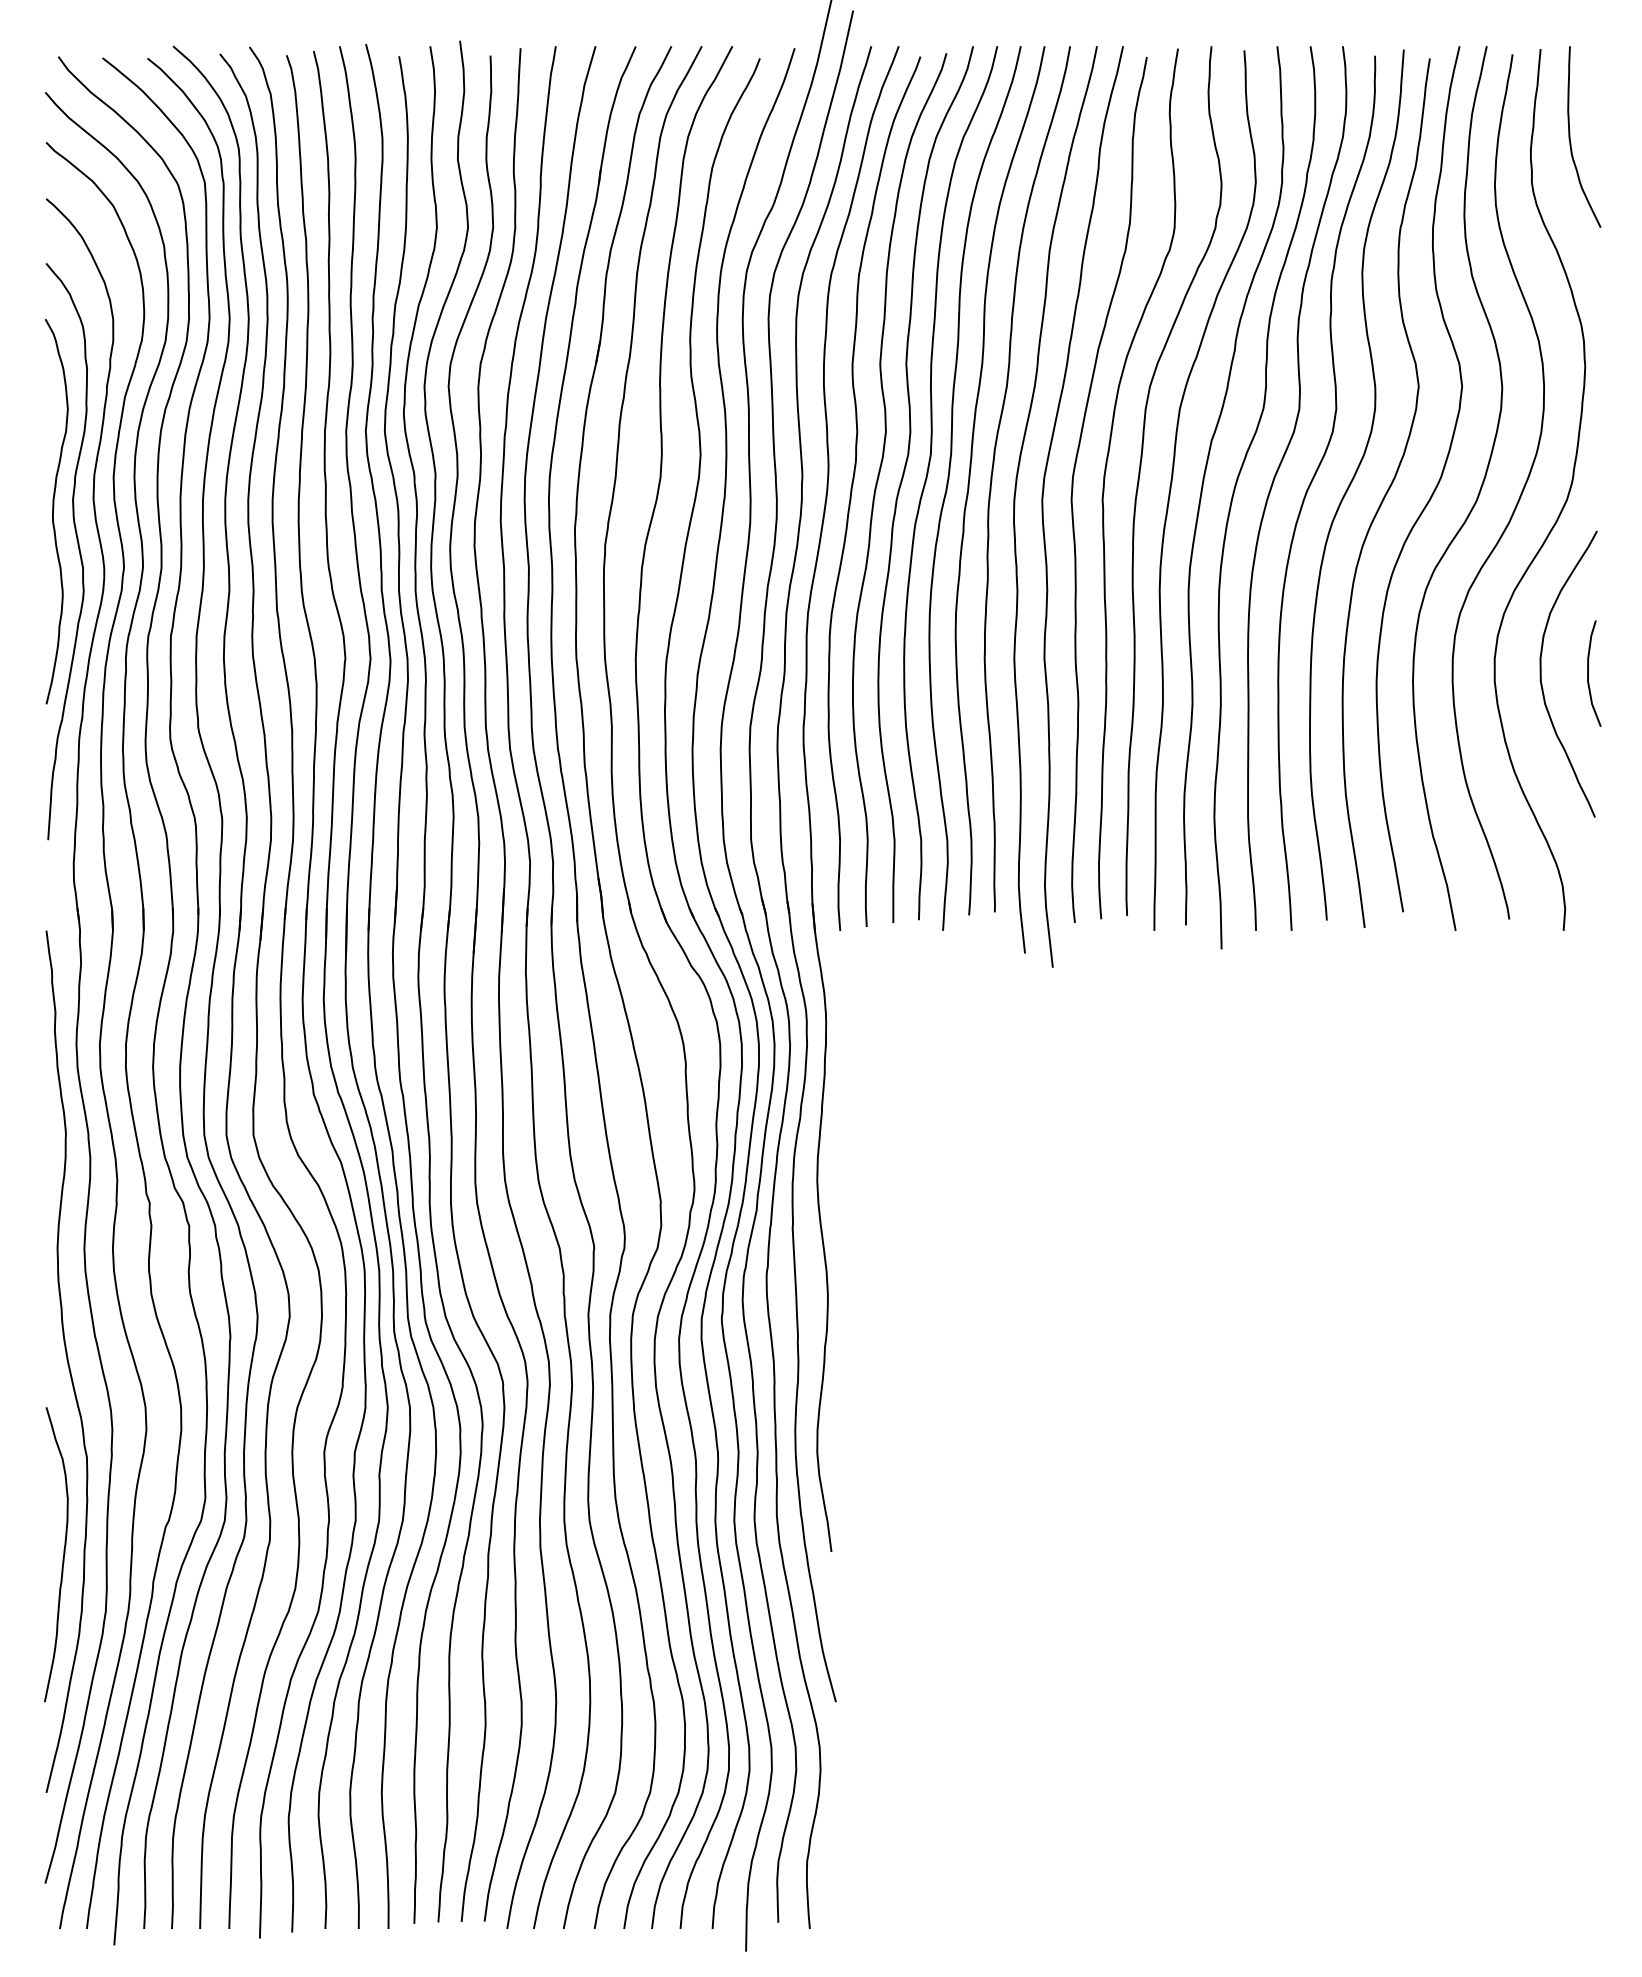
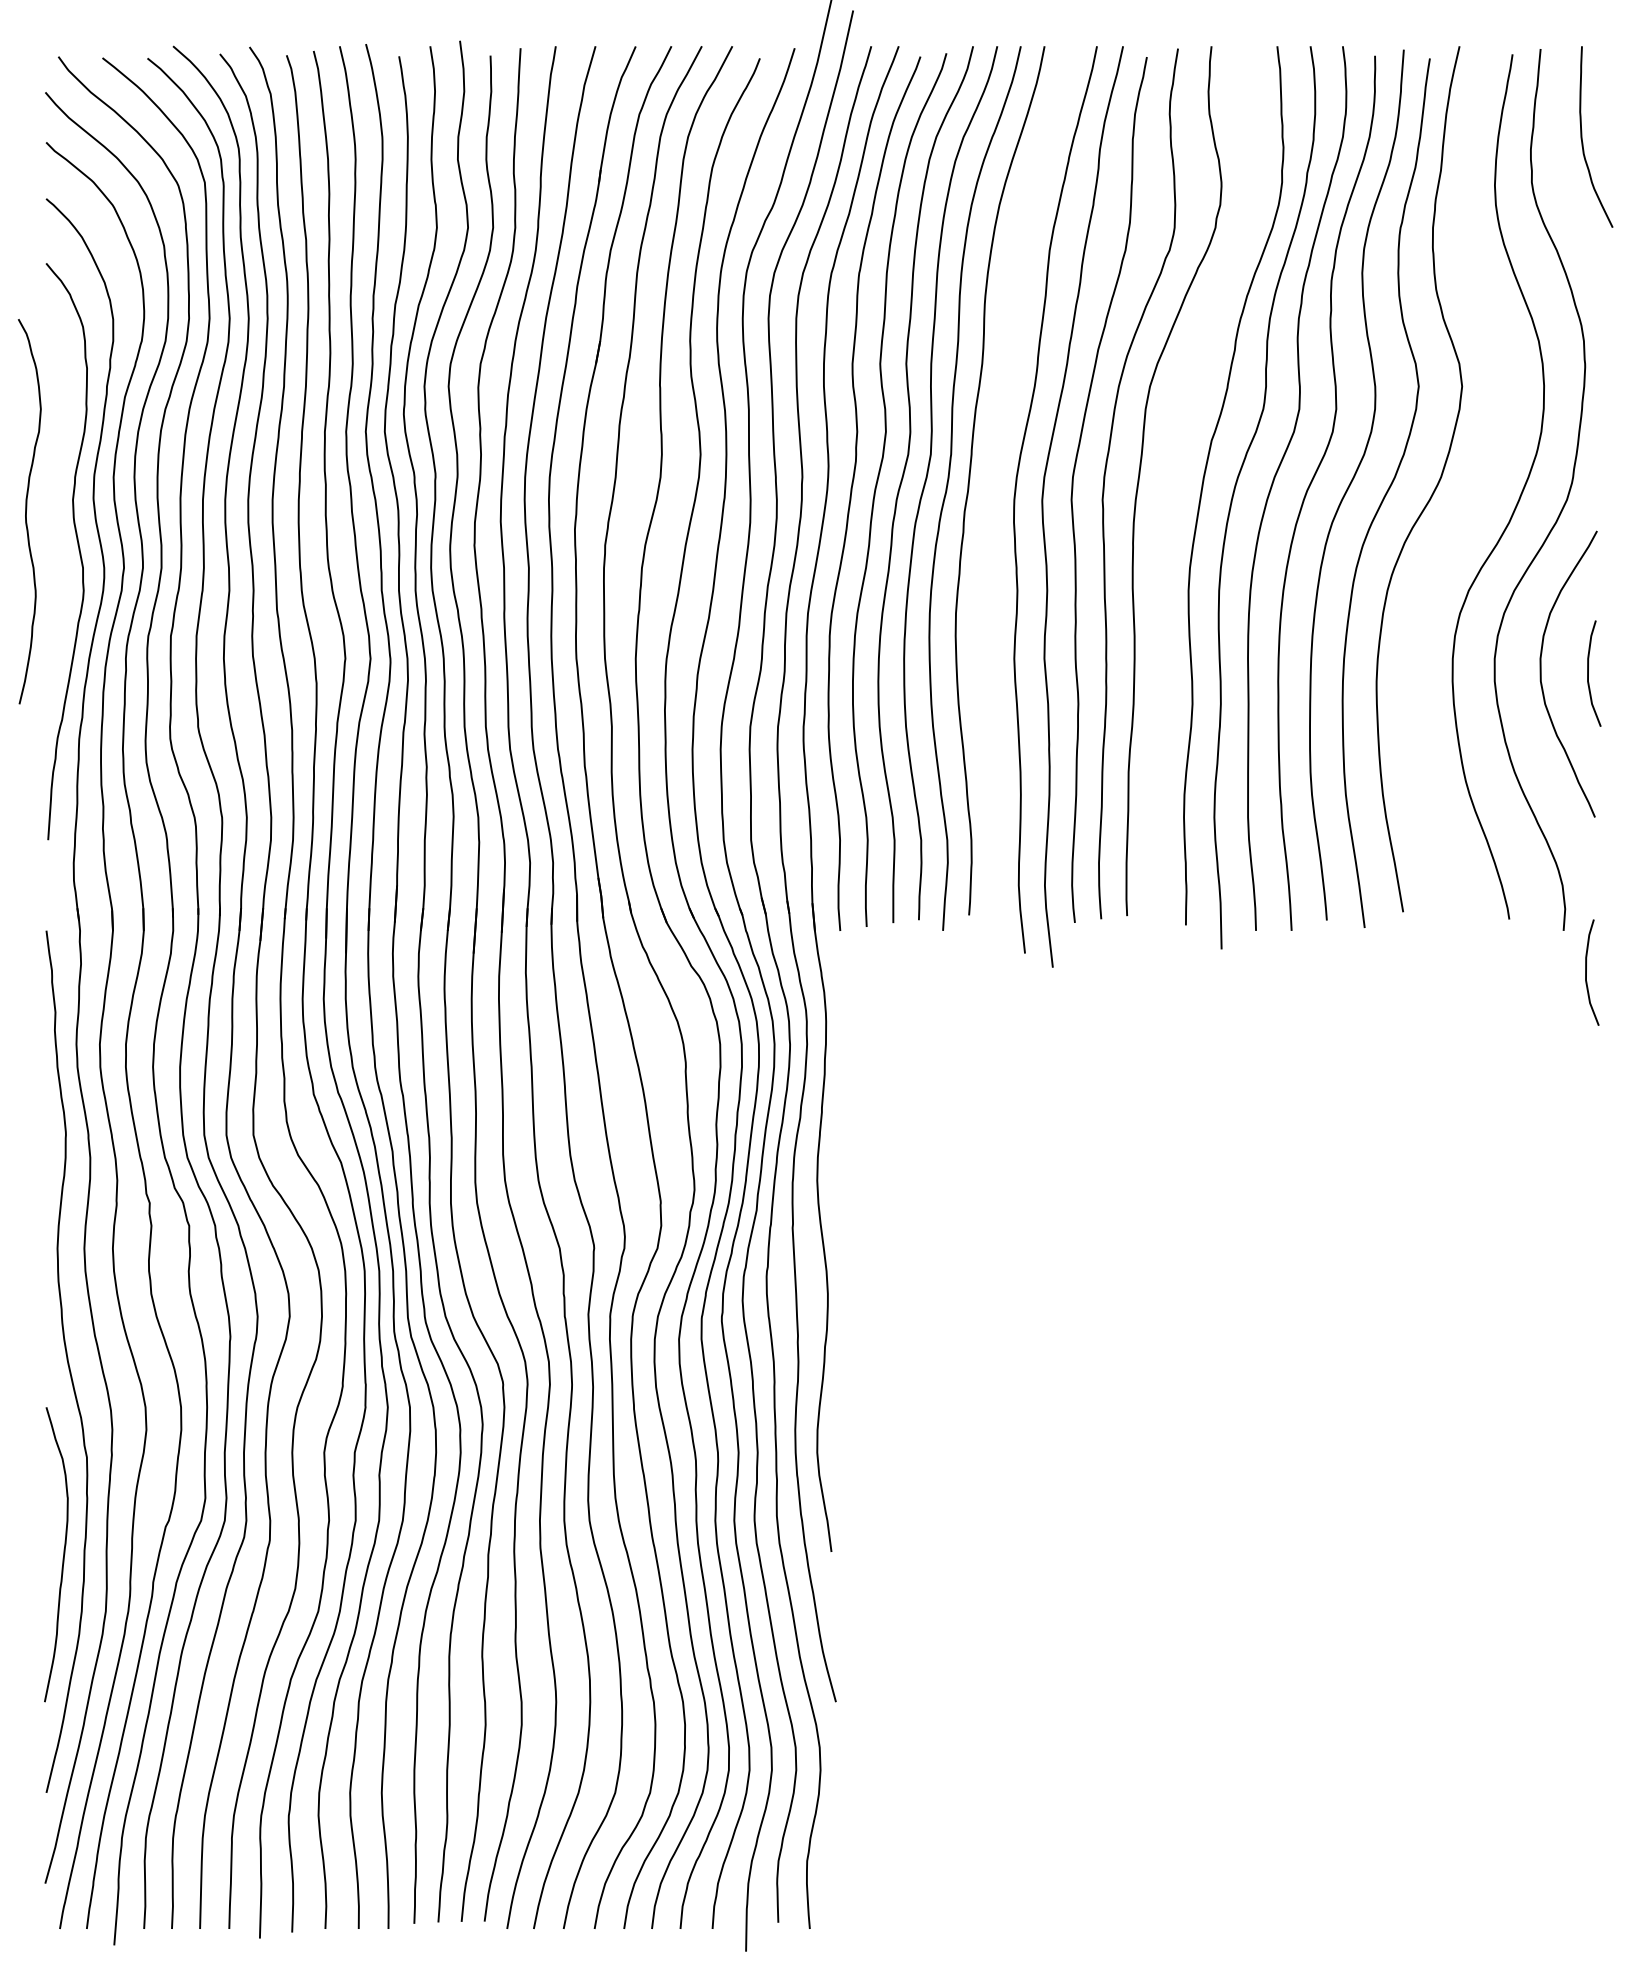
curve at (1570, 136) position: (1570, 136) -> (1582, 136)
curve at (993, 472): present -> none
curve at (1172, 483): present -> none
curve at (1476, 497): present -> none
curve at (53, 511) position: (53, 511) -> (26, 511)
curve at (1586, 972): none -> present
